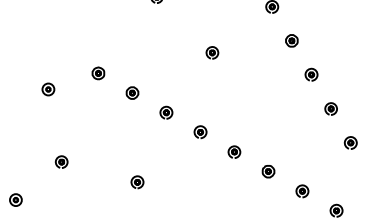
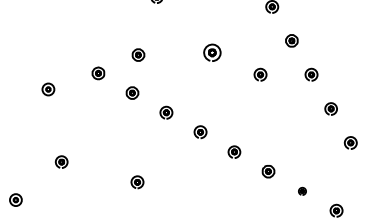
part at (212, 52) size: 15x14 px -> 19x19 px
part at (138, 54): none -> present
part at (260, 74): none -> present
part at (302, 191) size: 15x15 px -> 9x10 px
